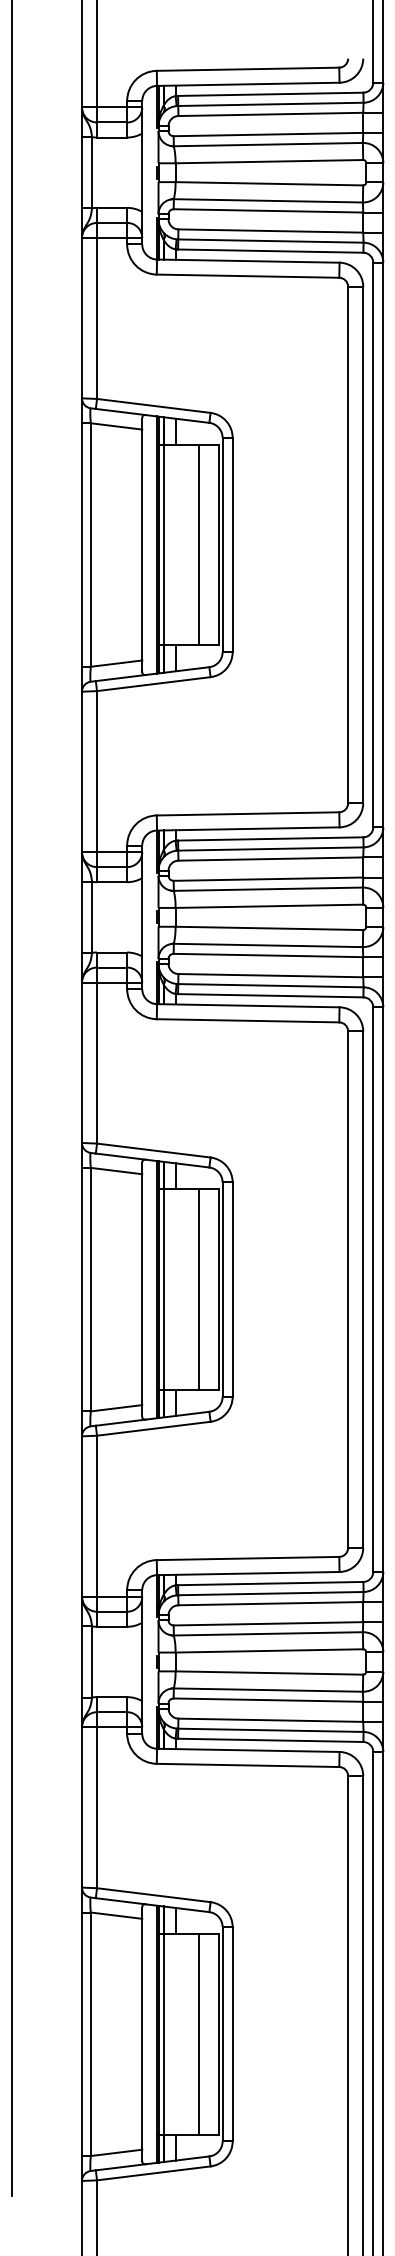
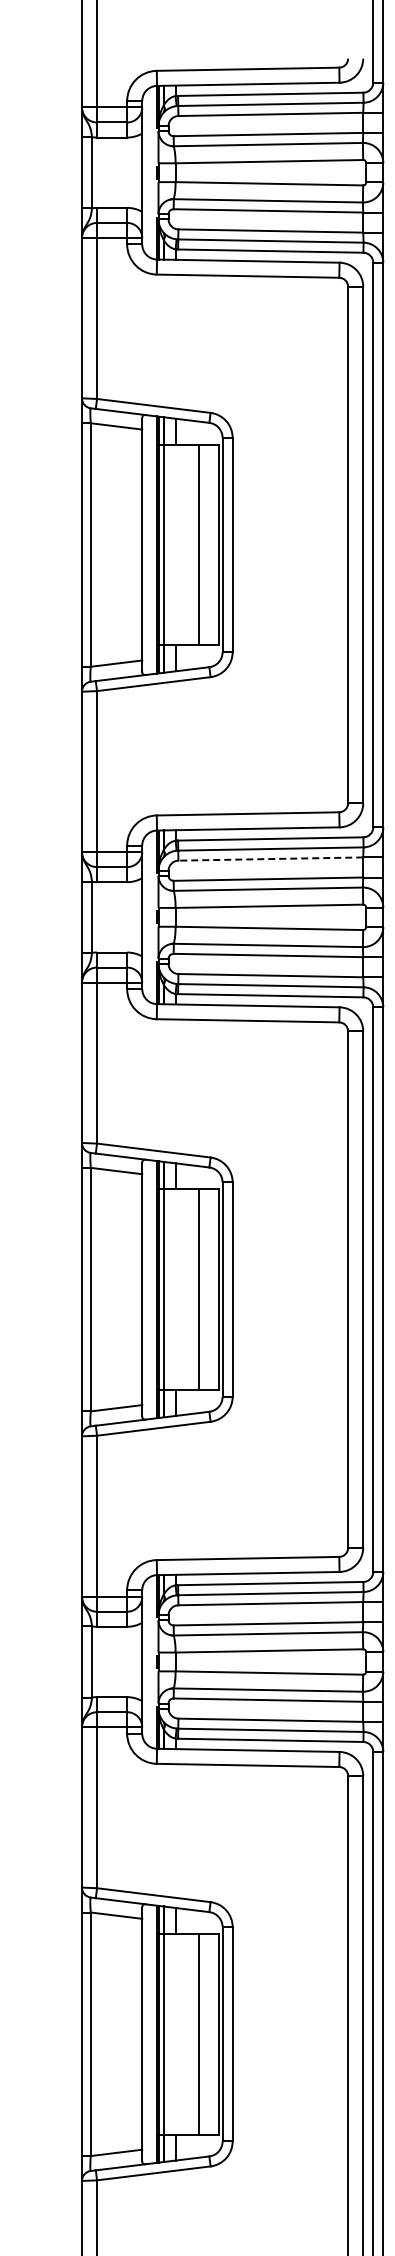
line at (270, 859): solid -> dashed
line at (11, 1098): present -> none
